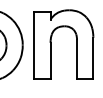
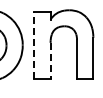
line at (34, 45): solid -> dashed
line at (50, 61): solid -> dashed
